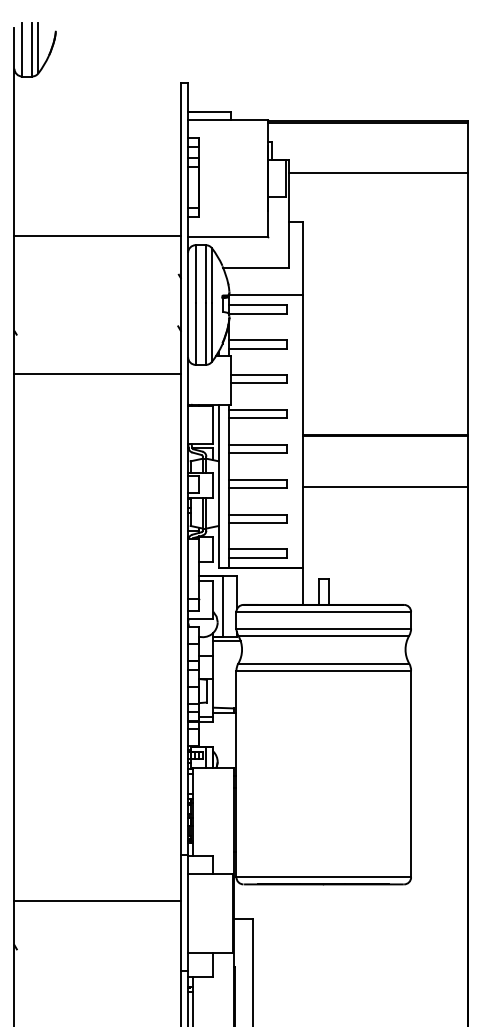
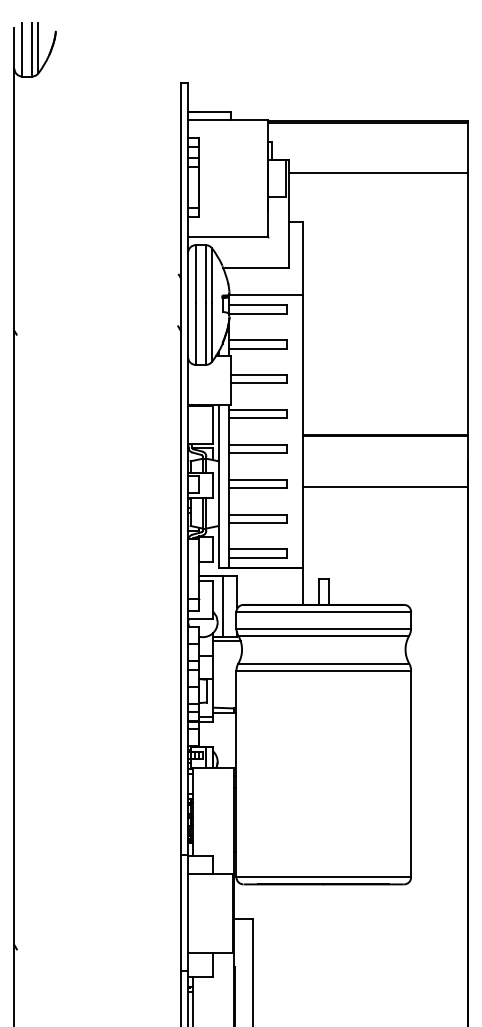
line at (97, 235): present -> none
line at (97, 374): present -> none
line at (97, 901): present -> none
